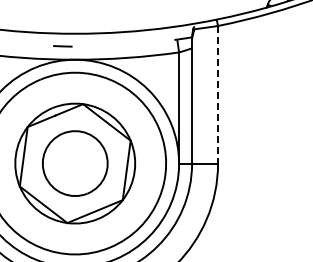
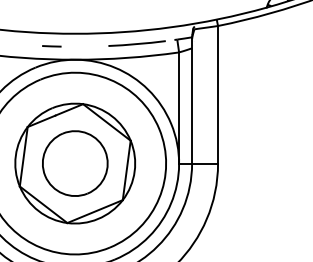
line at (136, 43): none -> present
line at (62, 46) position: (62, 46) -> (51, 46)
line at (218, 94): dashed -> solid
